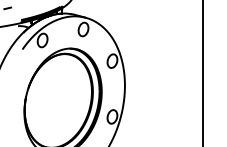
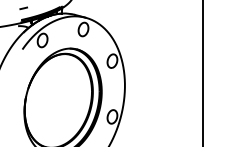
line at (7, 8) position: (7, 8) -> (23, 8)
